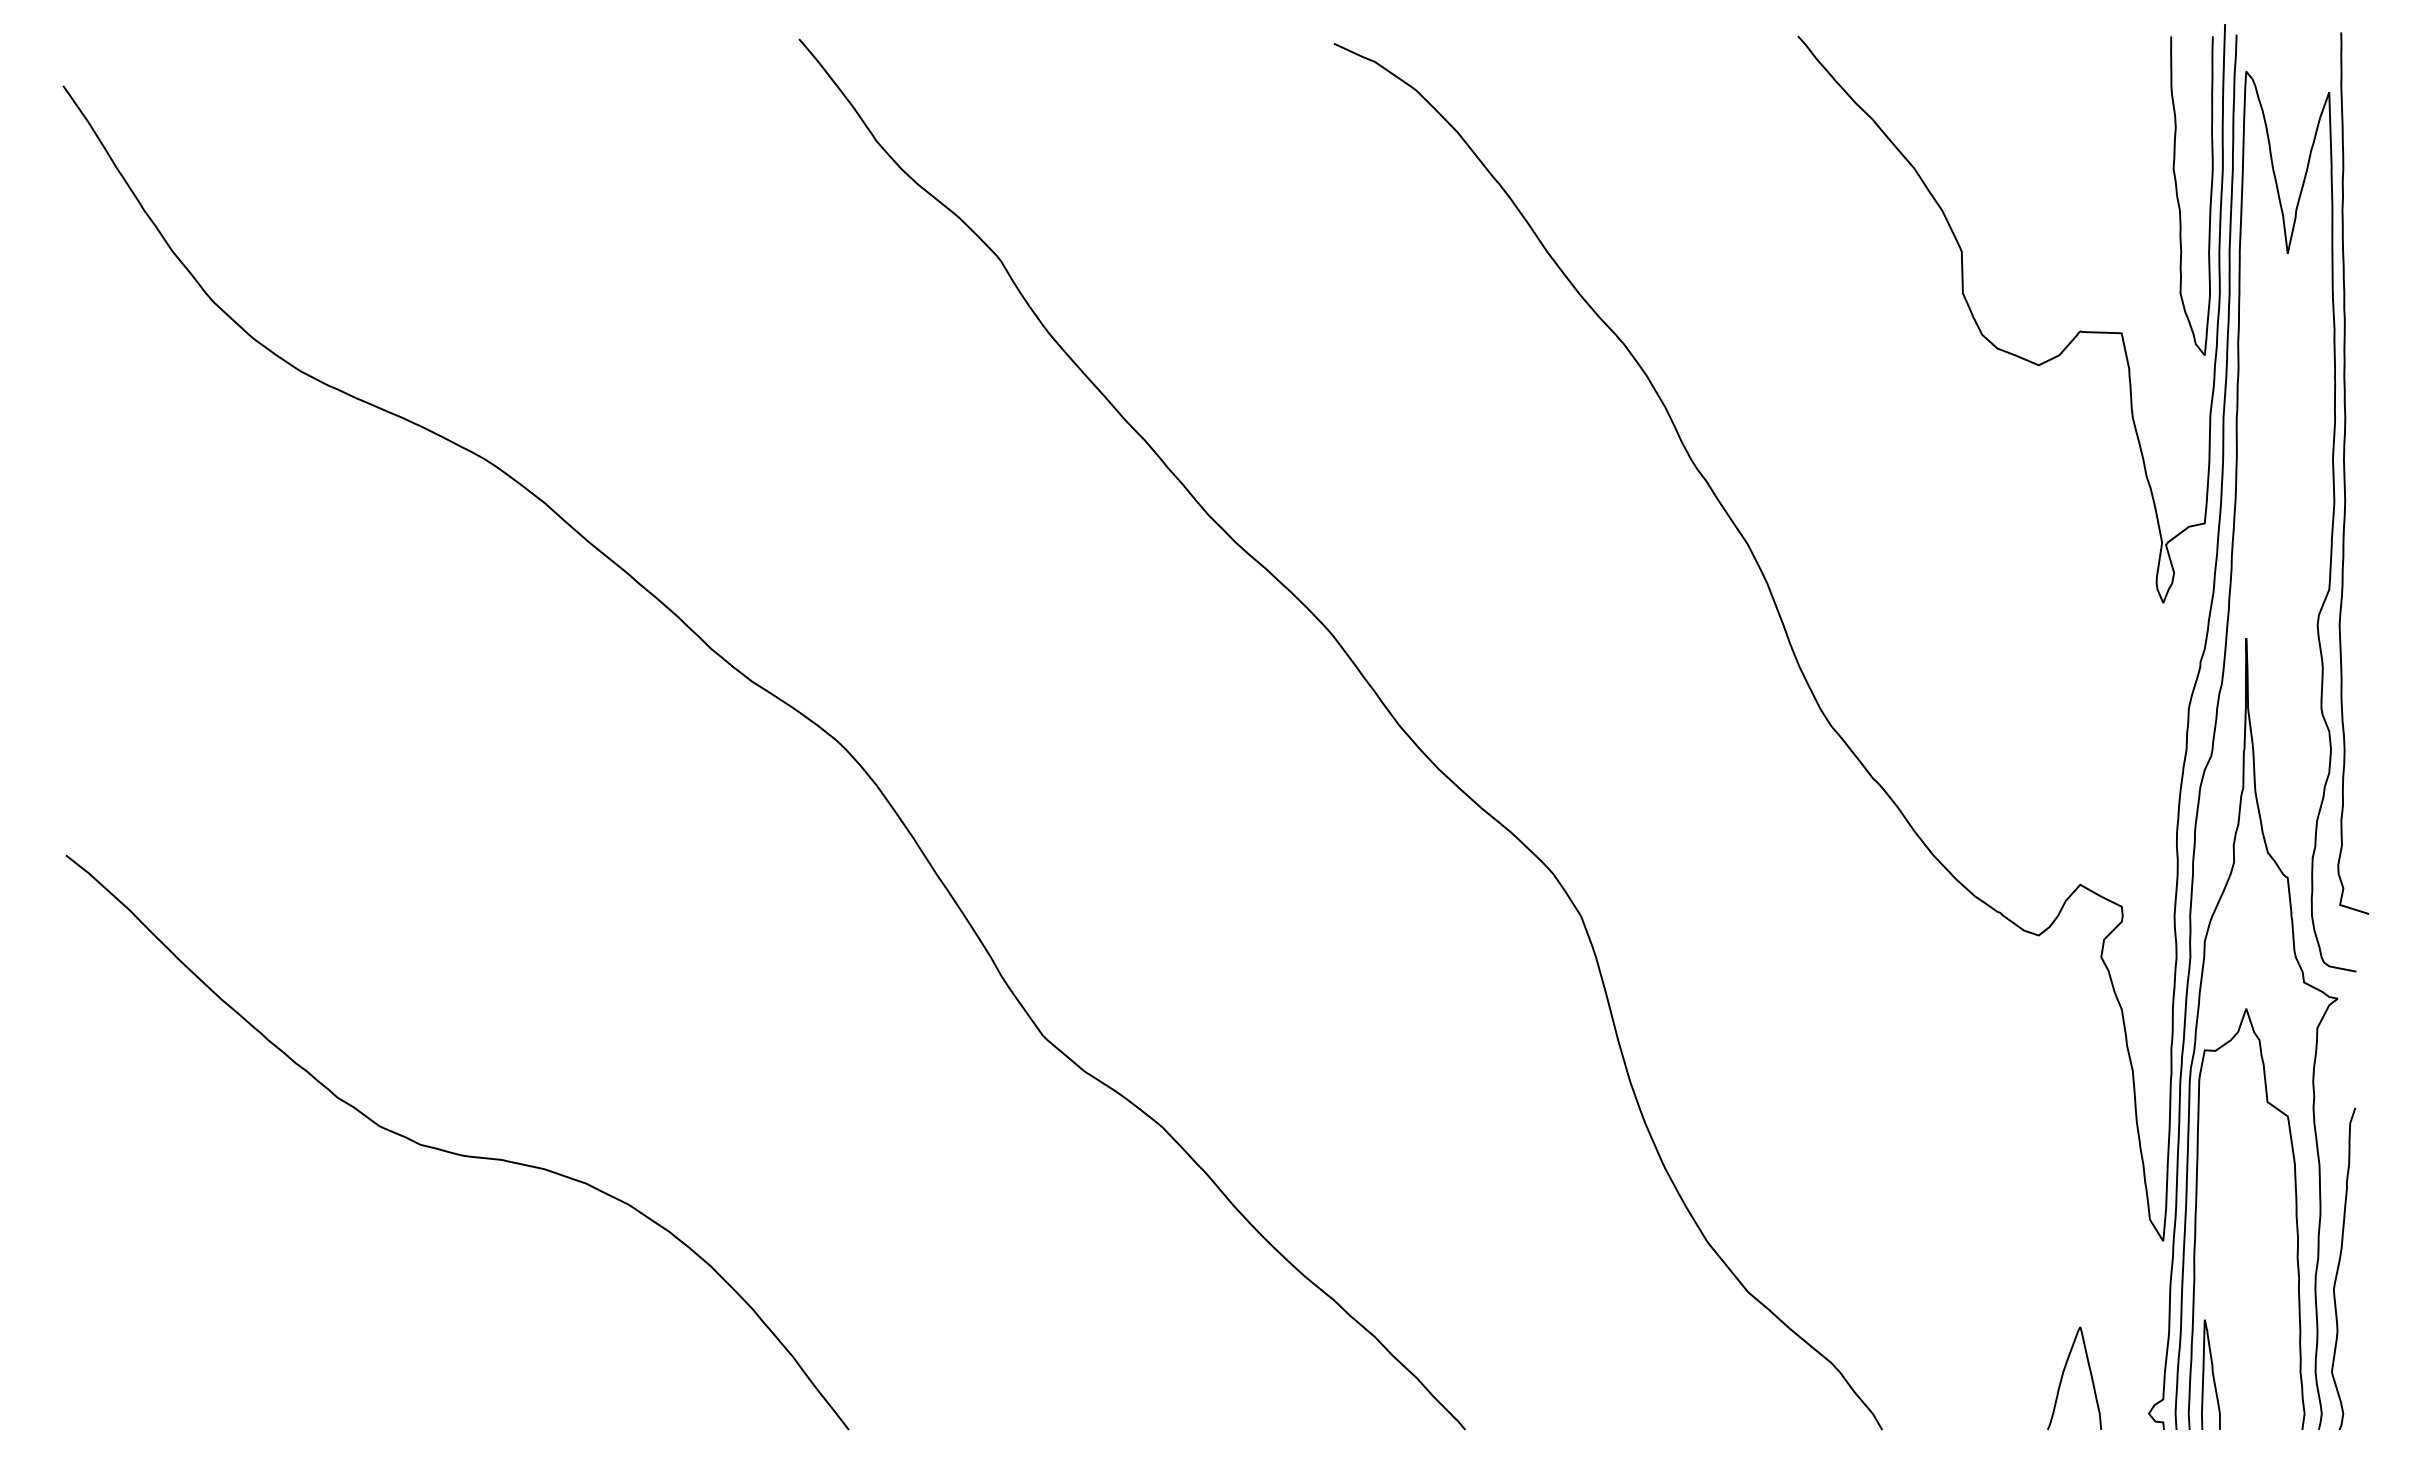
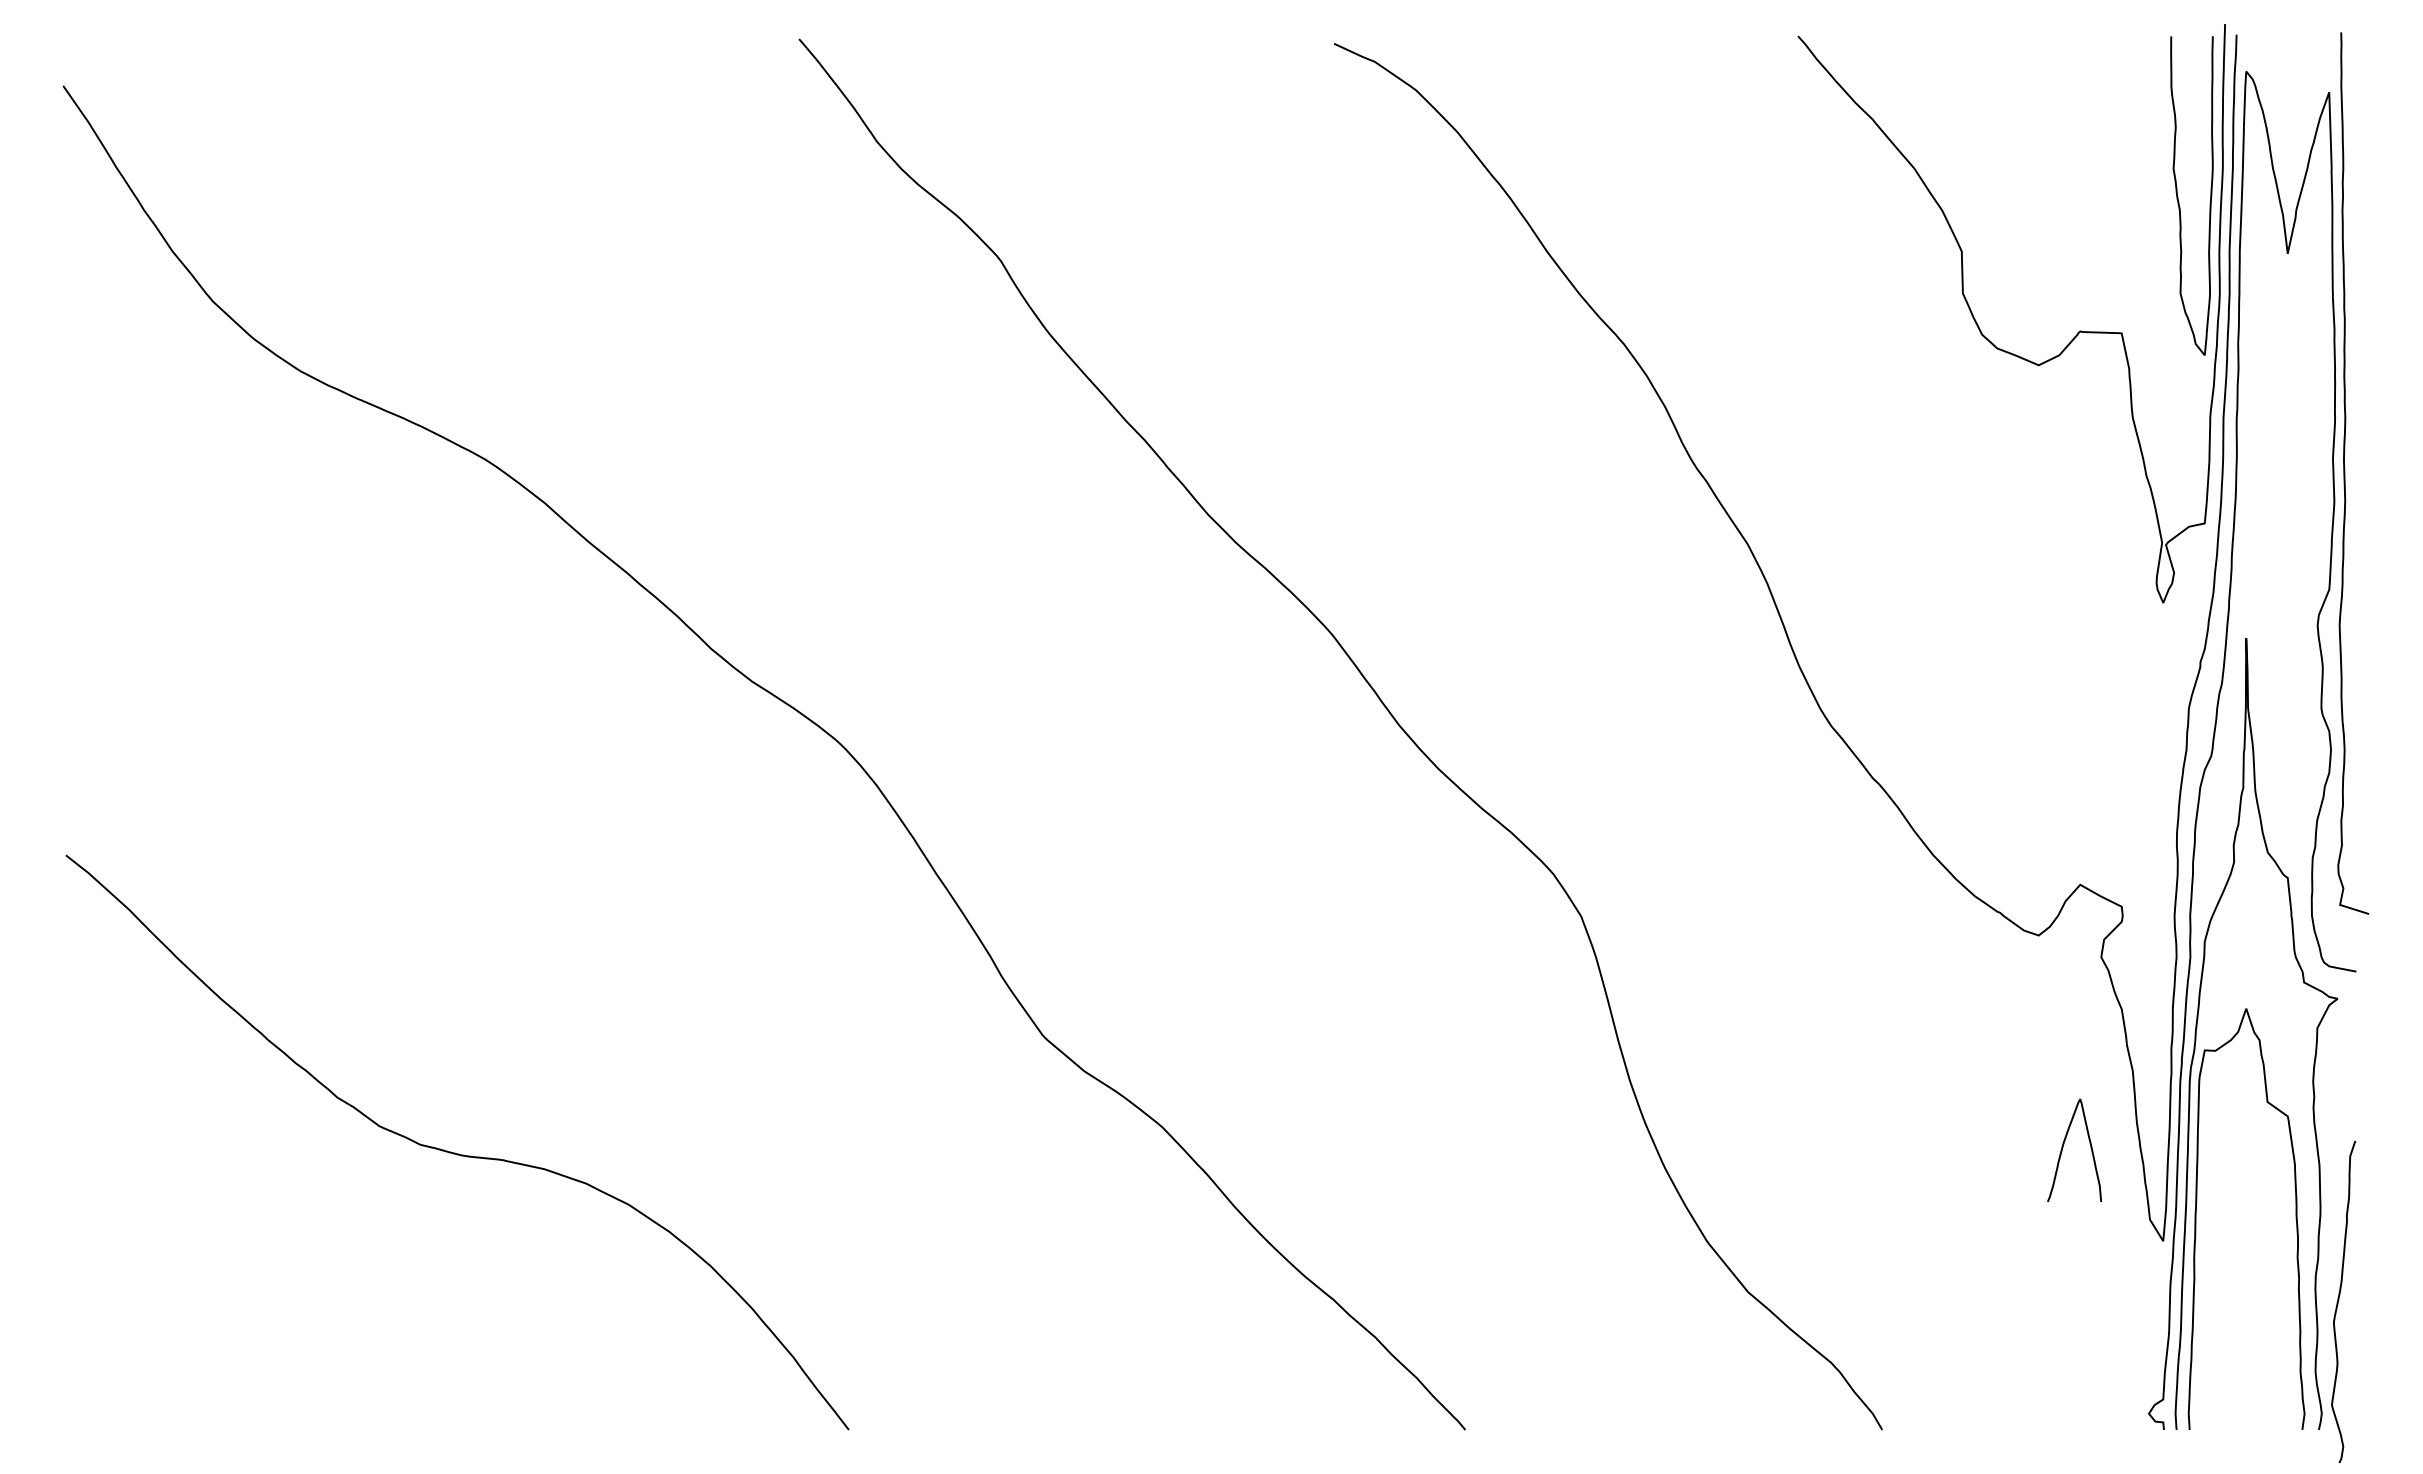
curve at (2339, 1267) position: (2339, 1267) -> (2339, 1300)
curve at (2212, 1374): present -> none
curve at (2063, 1376) position: (2063, 1376) -> (2063, 1148)
